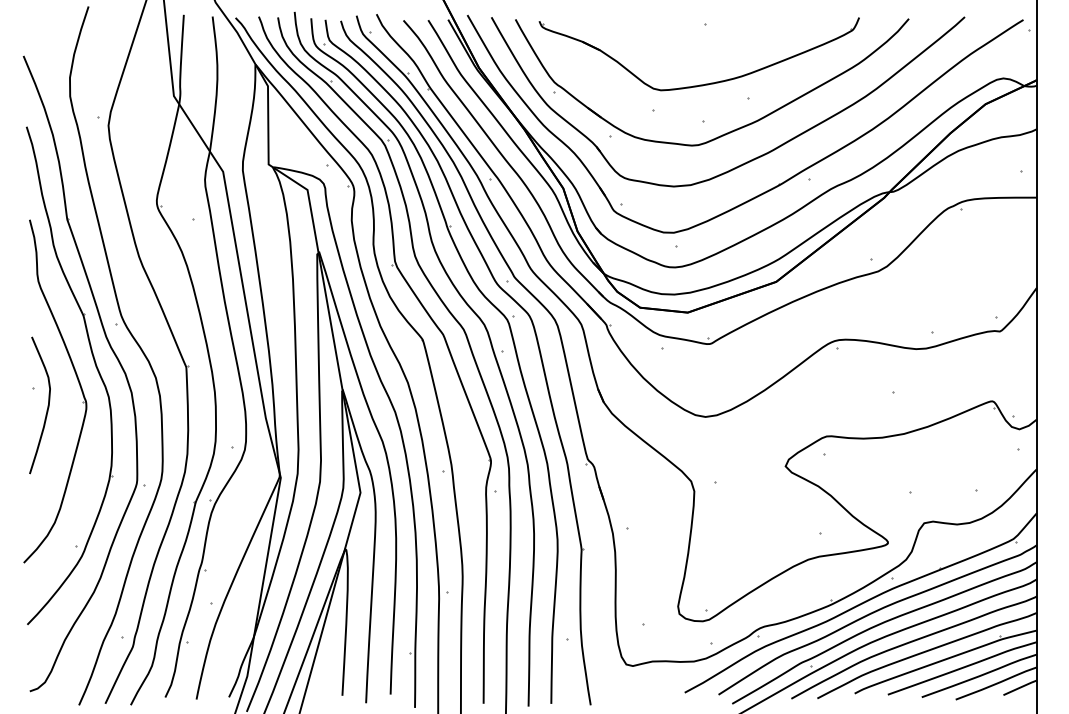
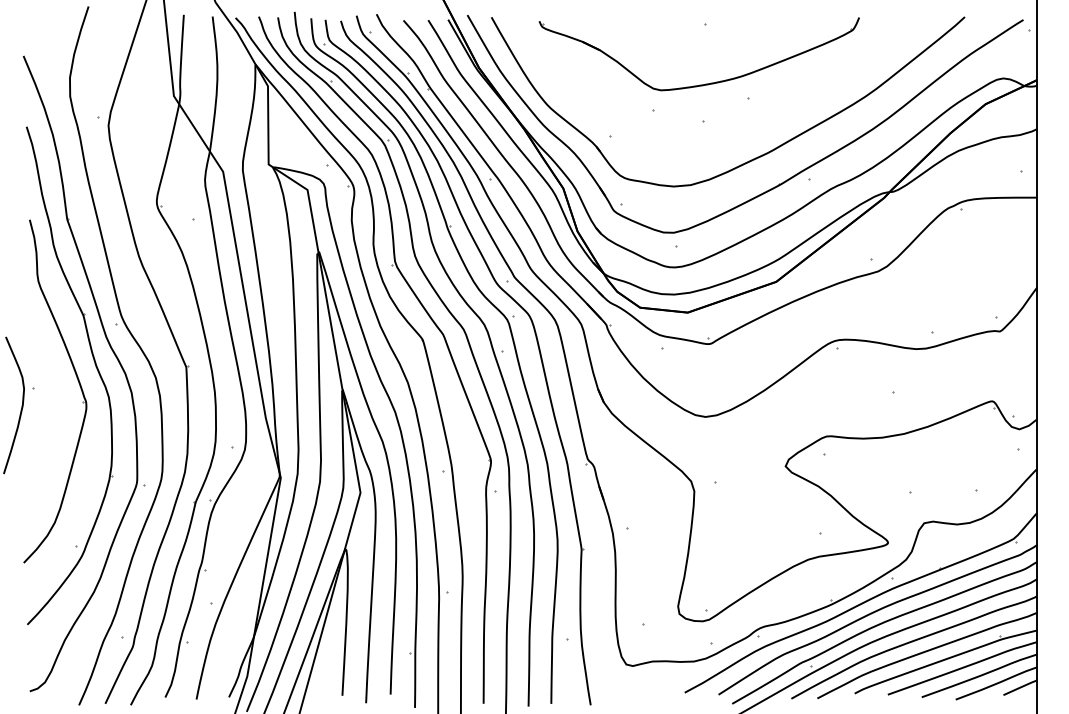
part at (731, 130): present -> none
curve at (47, 405) position: (47, 405) -> (21, 405)
